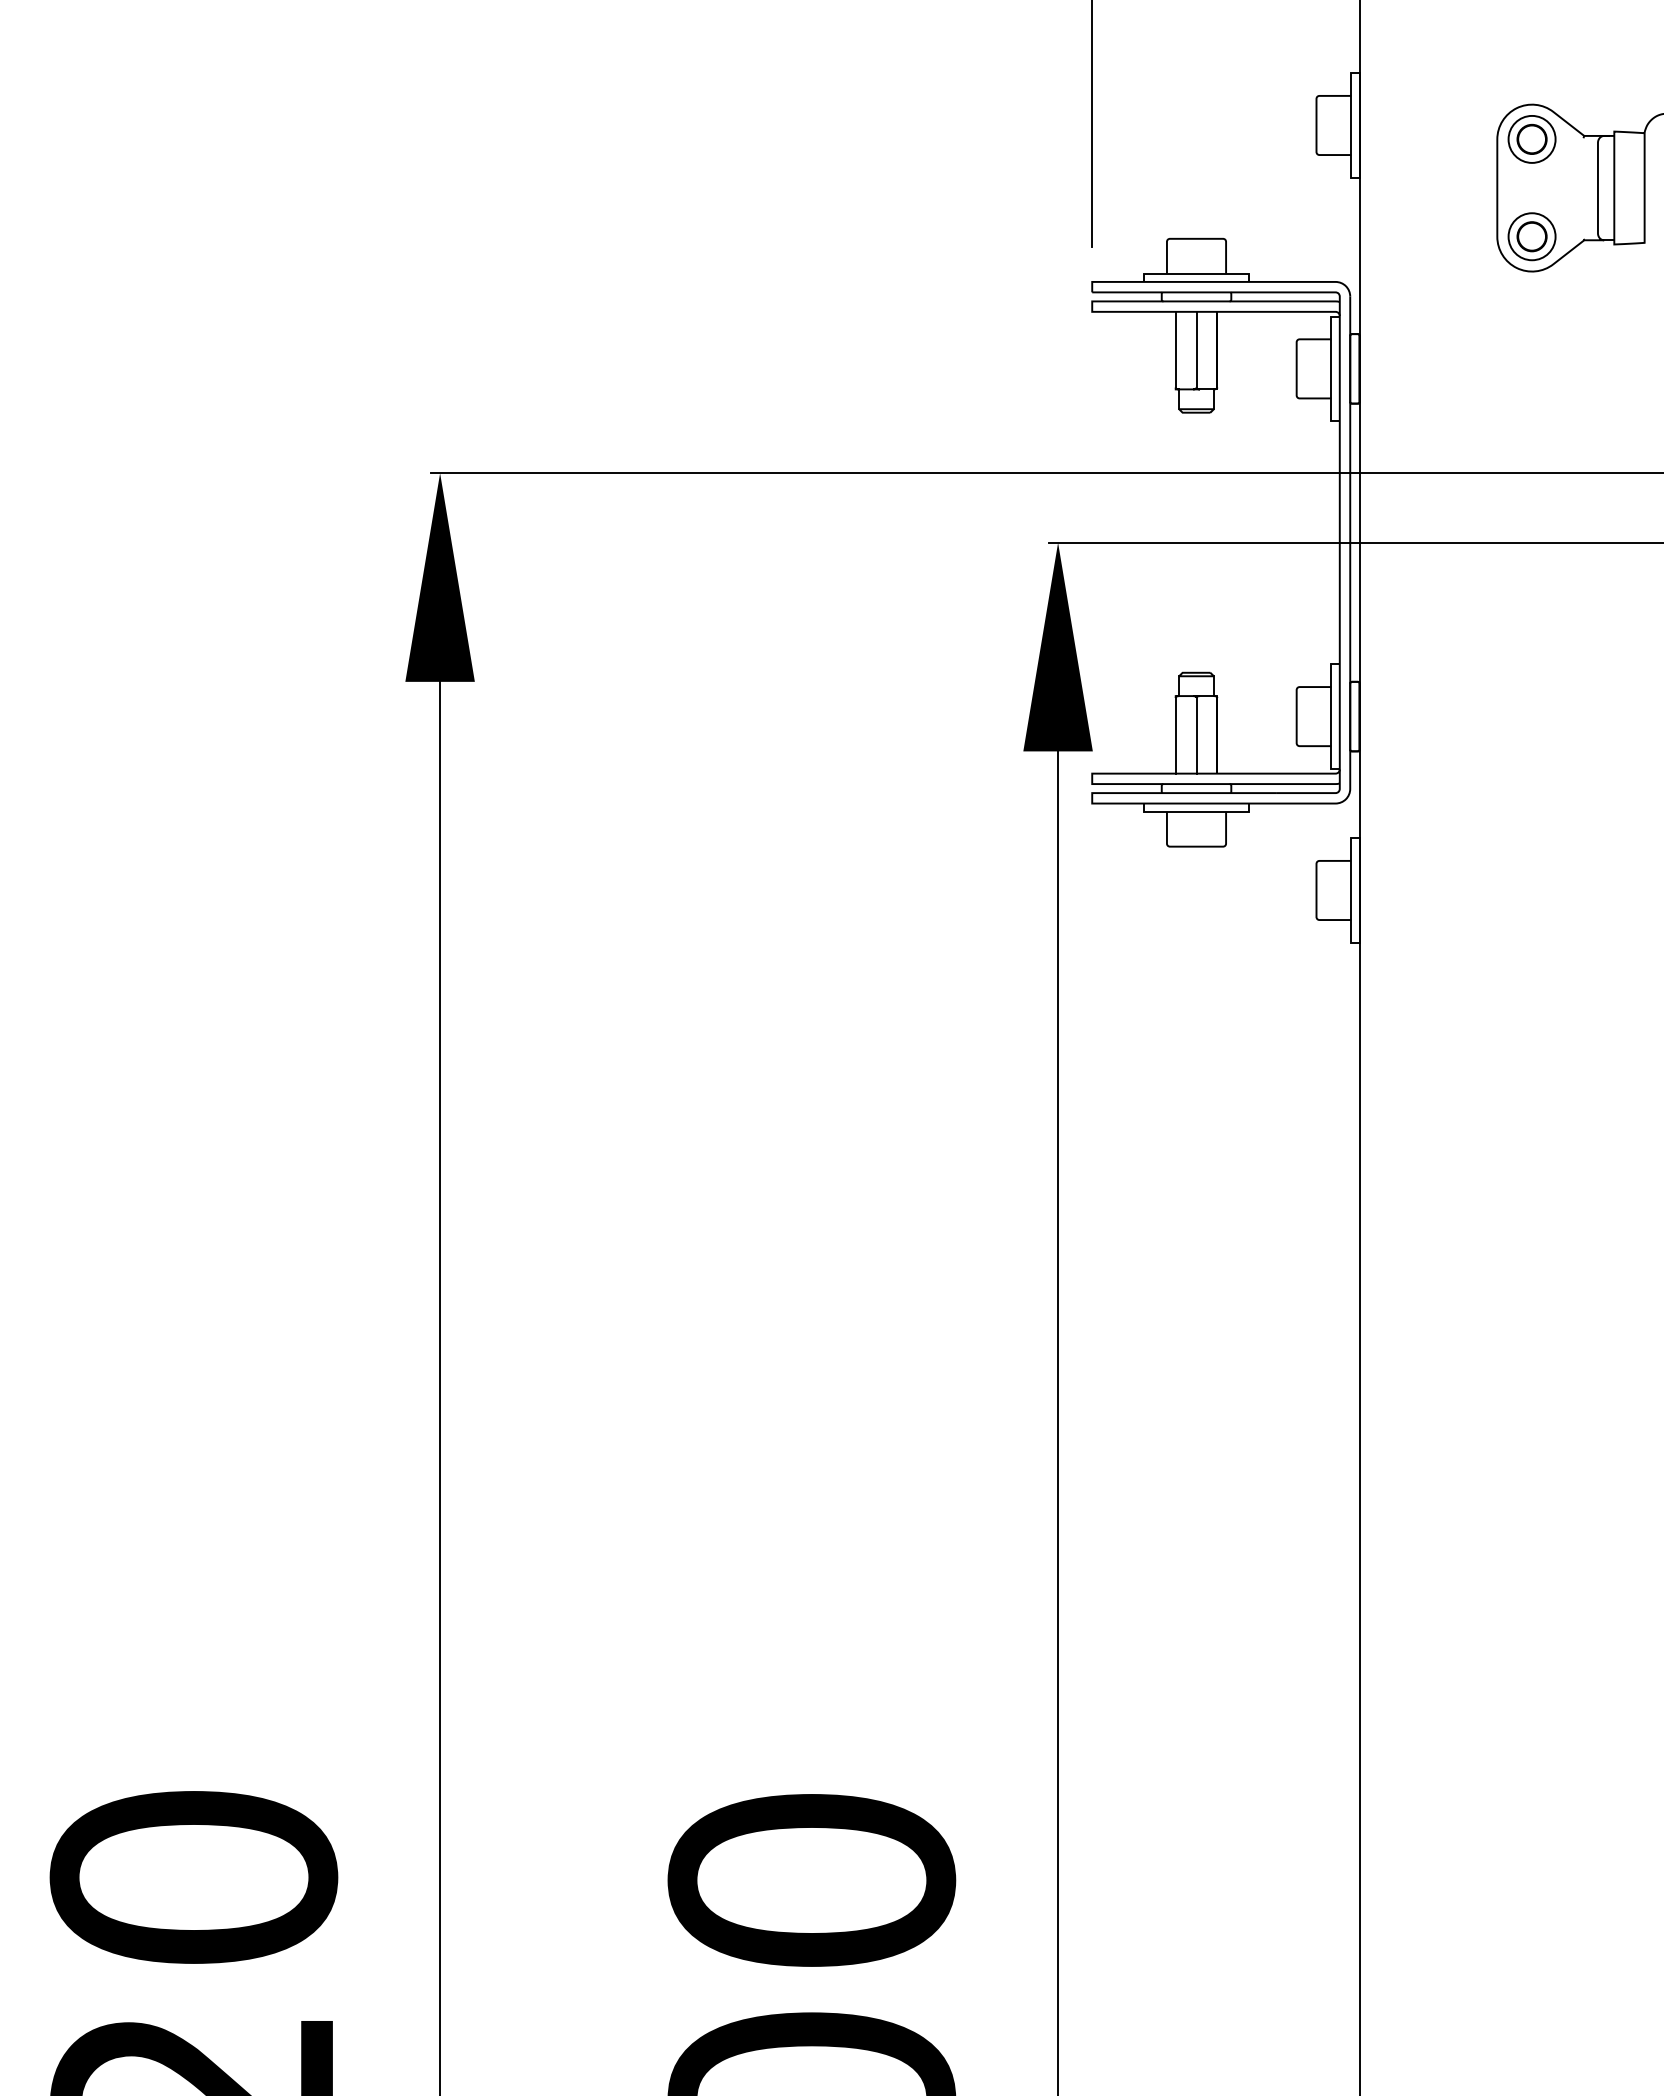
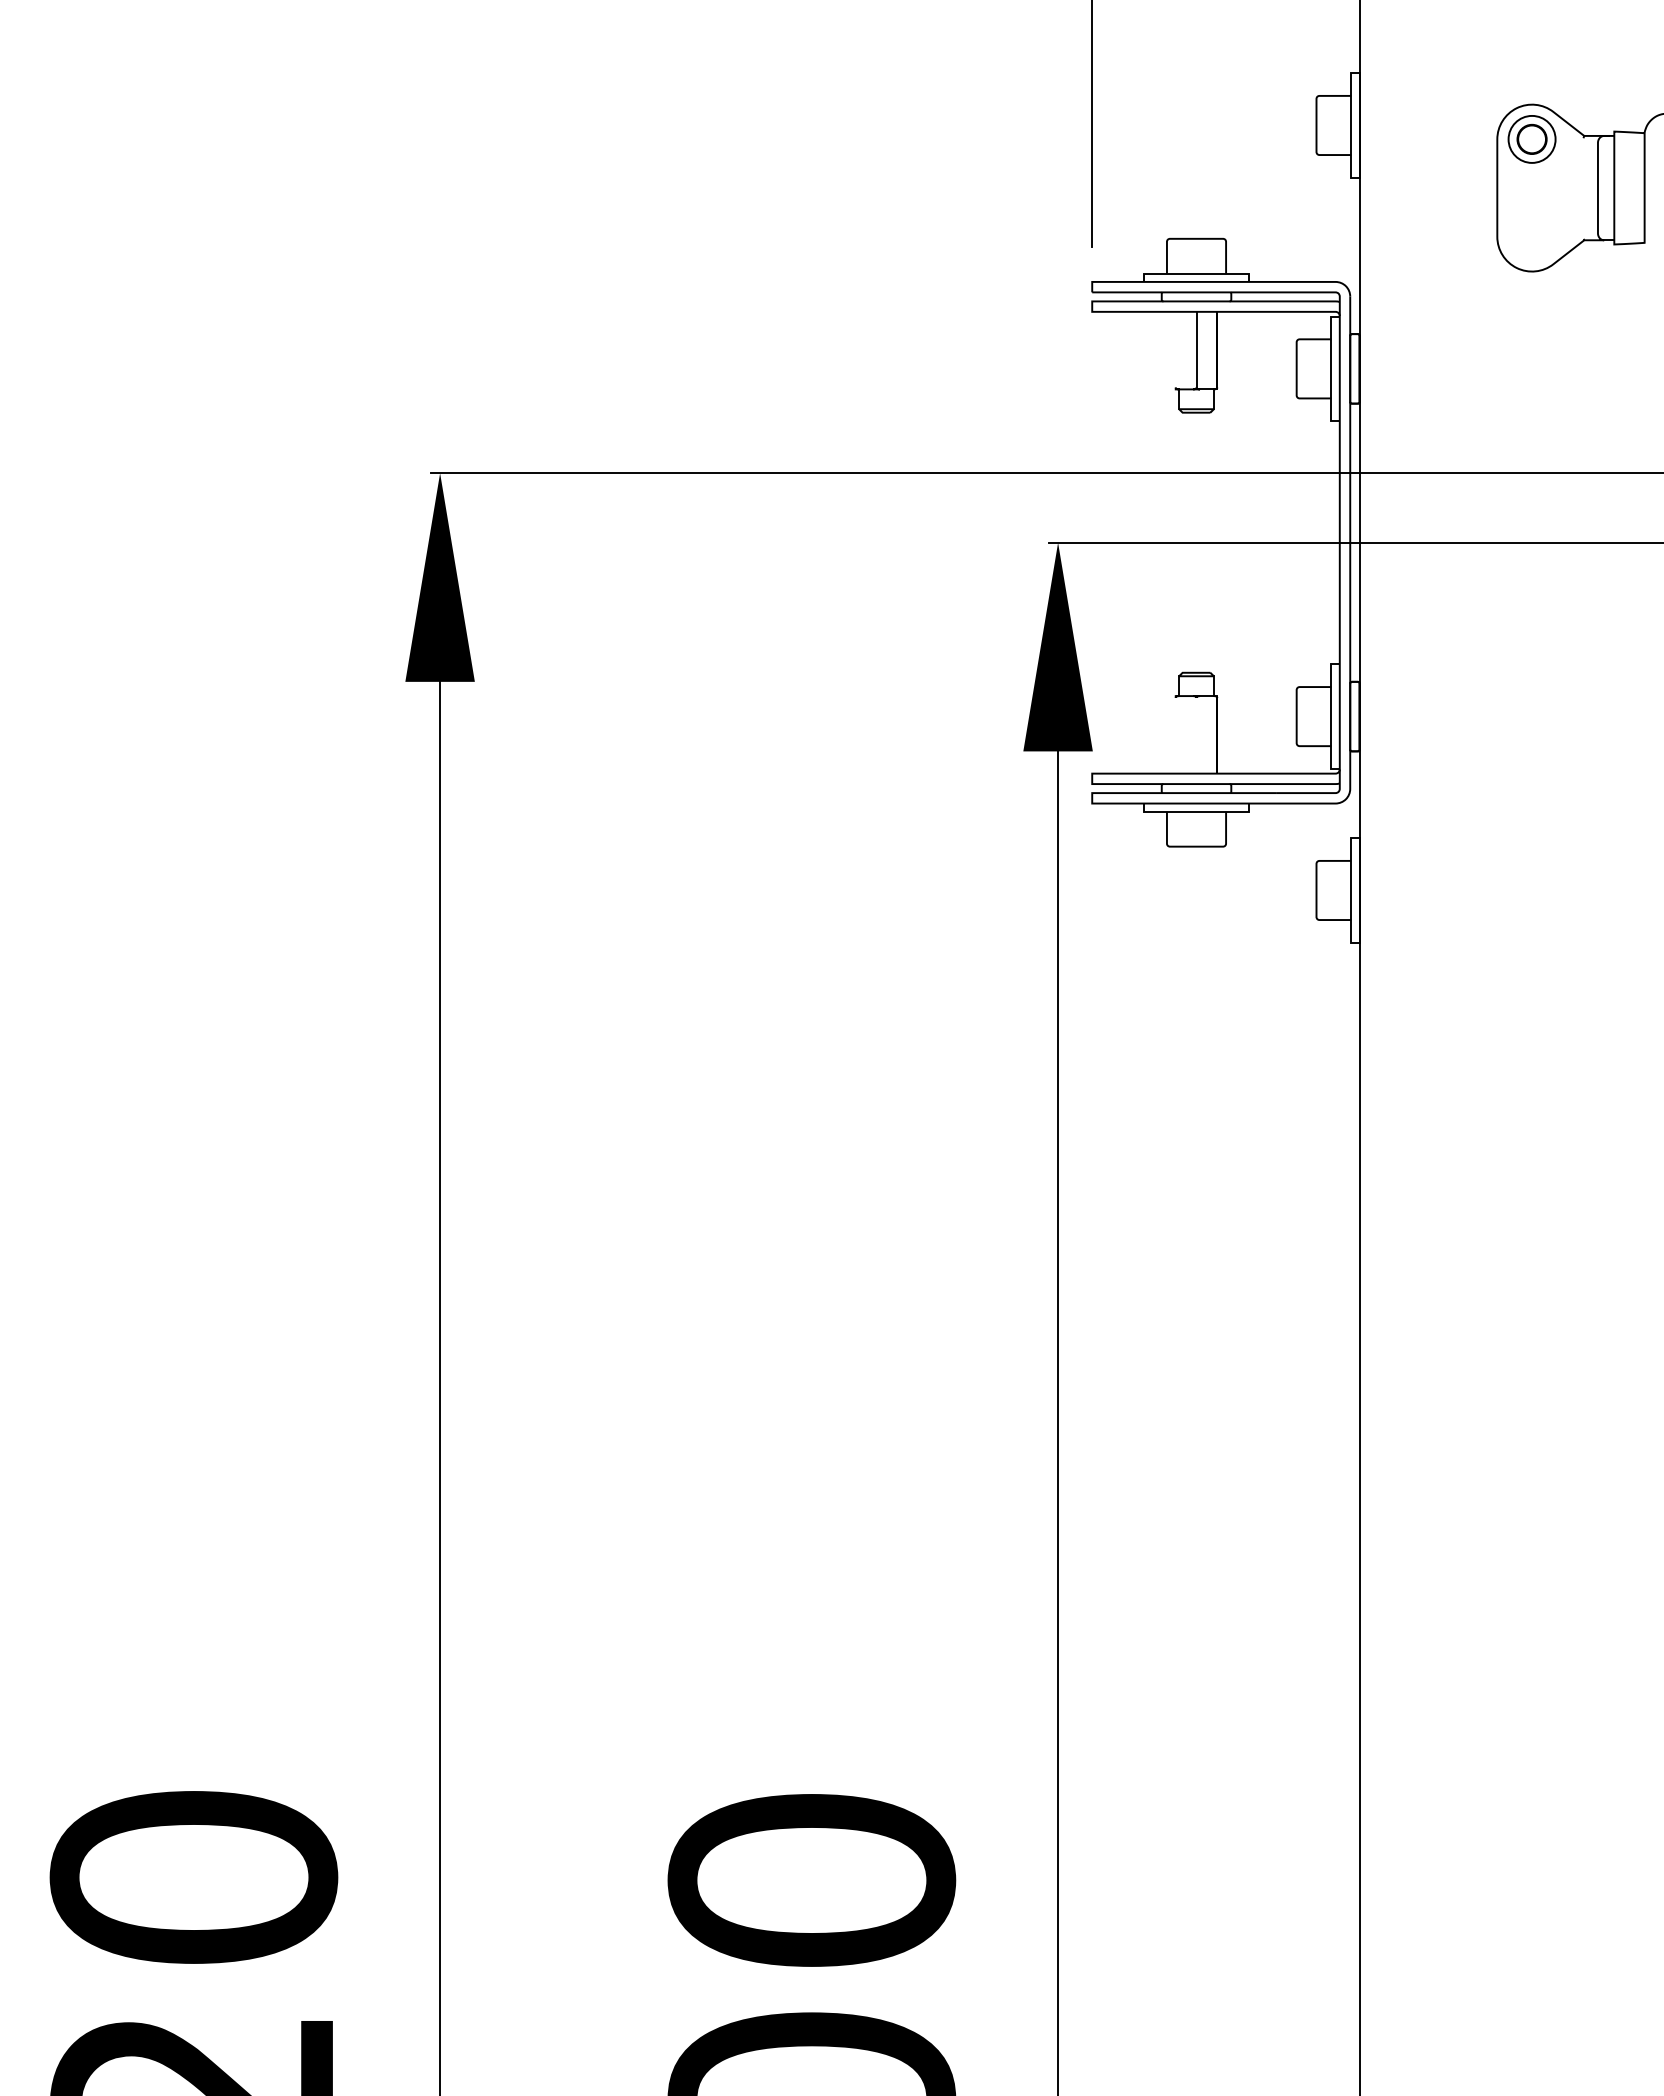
part at (1531, 236): present -> none
line at (1175, 349): present -> none
line at (1175, 735): present -> none
line at (1196, 735): present -> none
